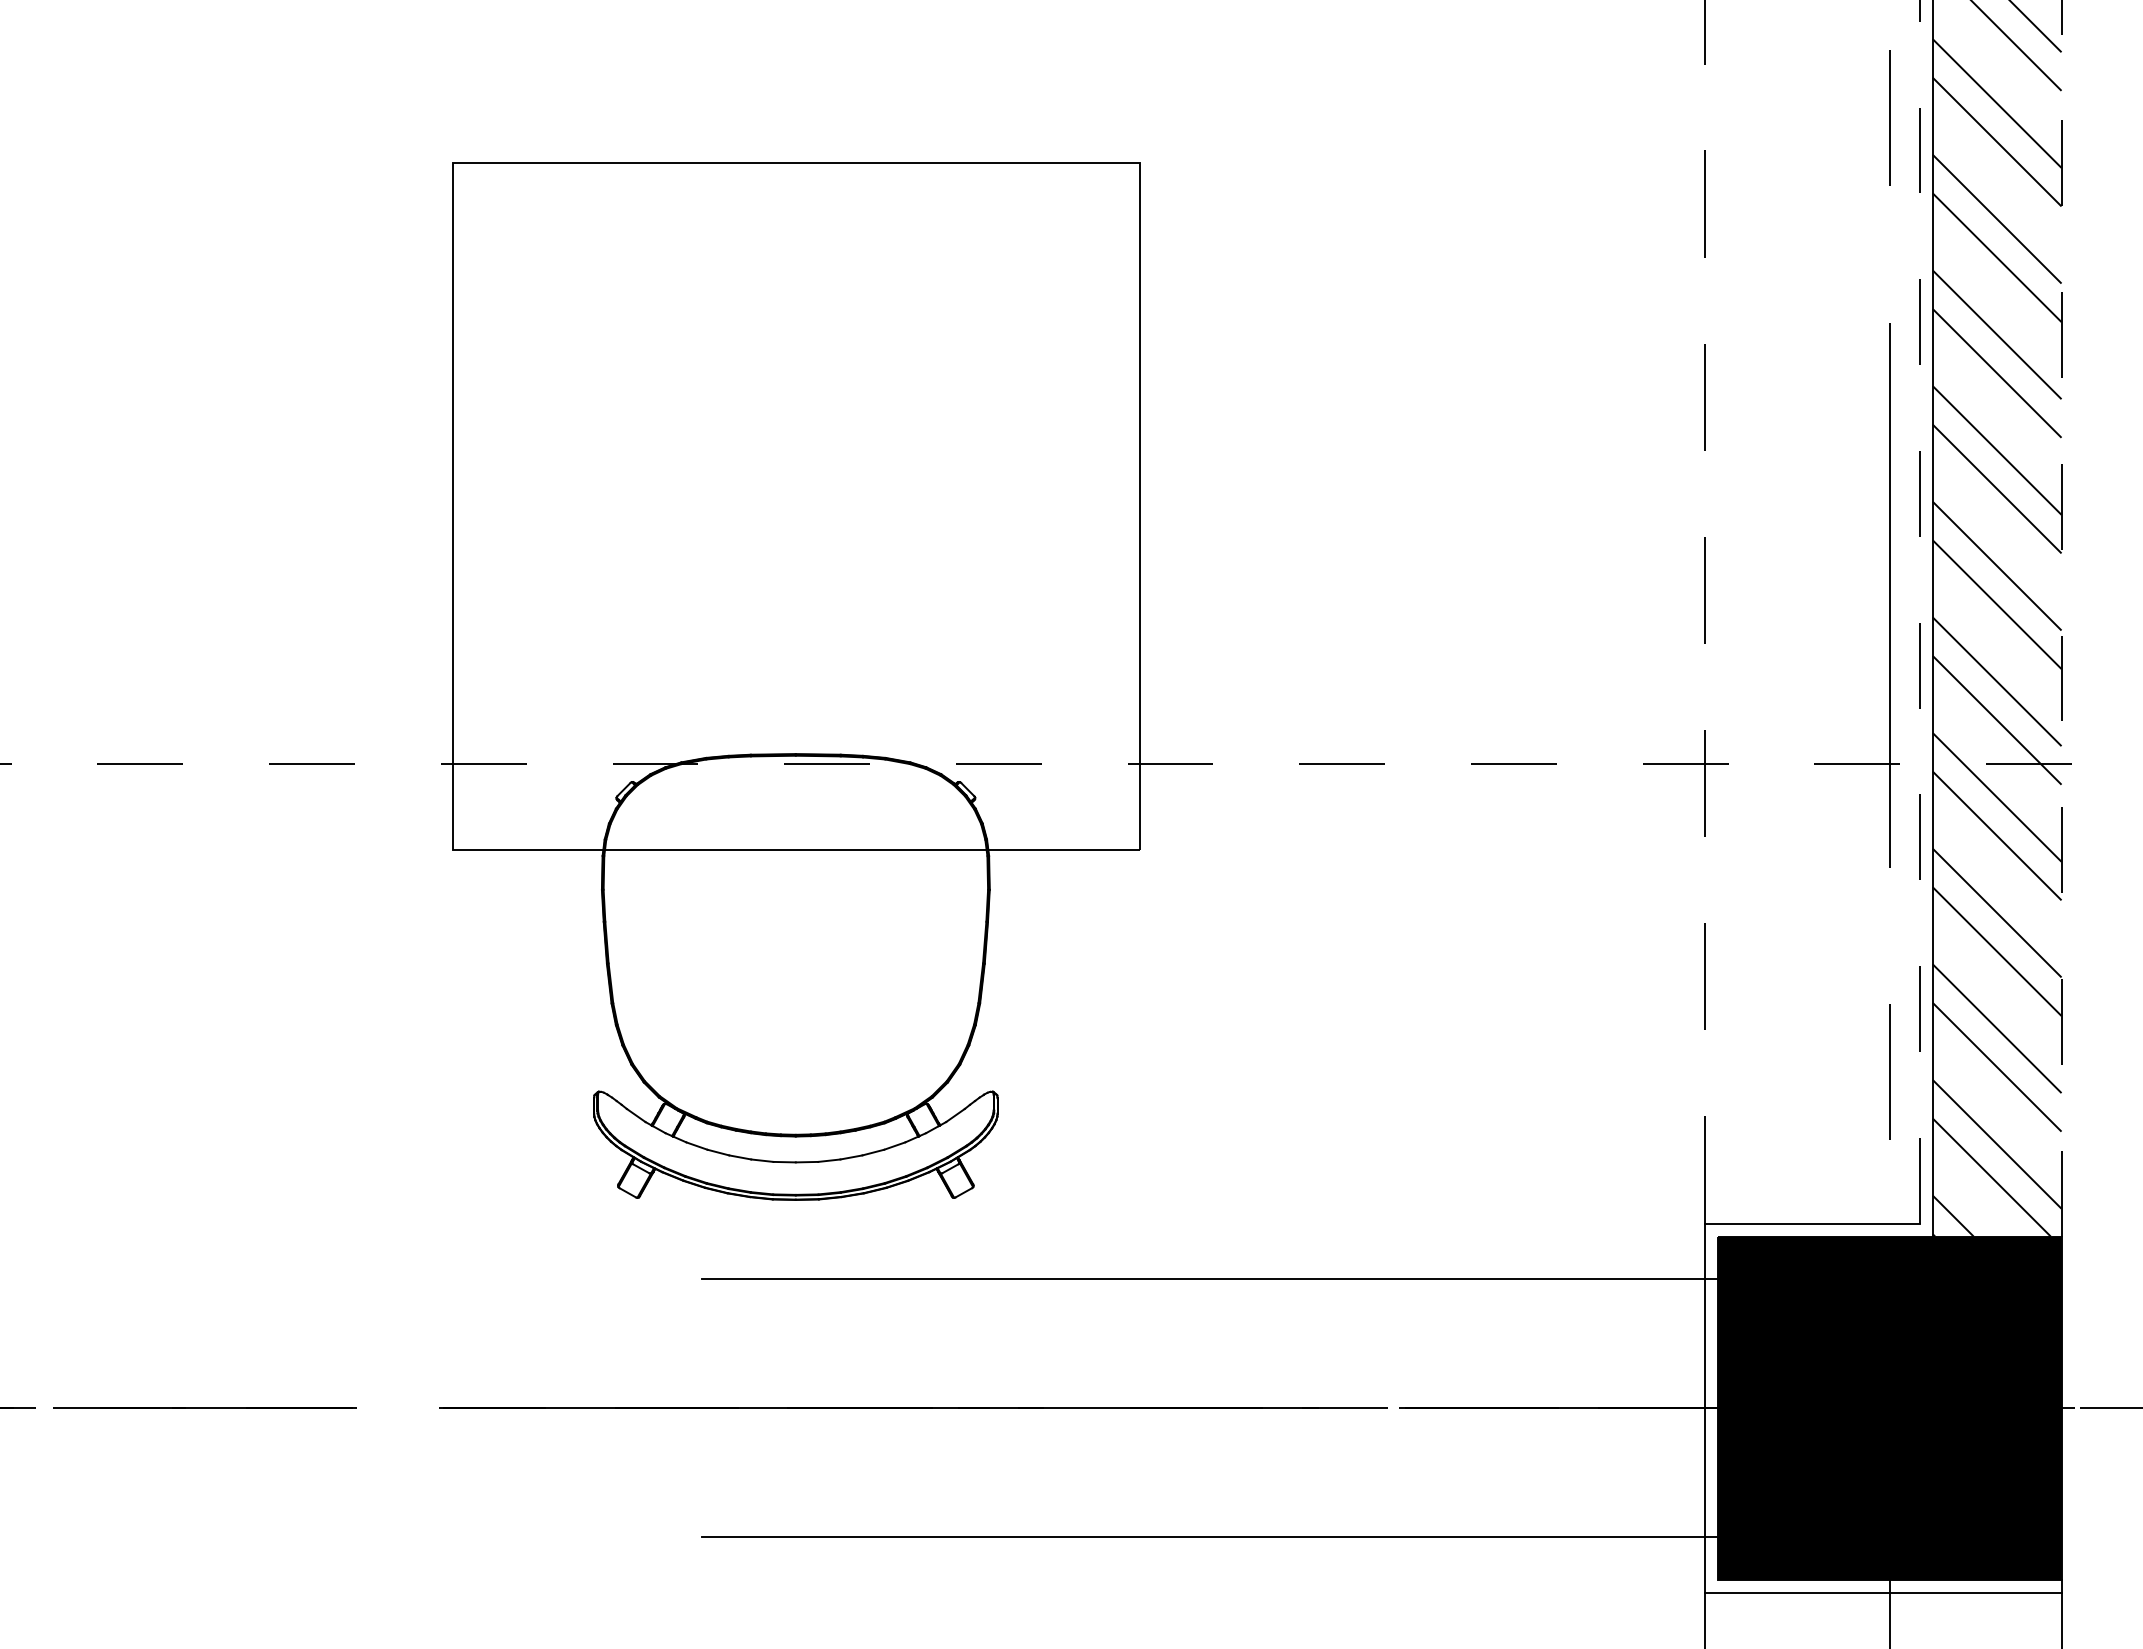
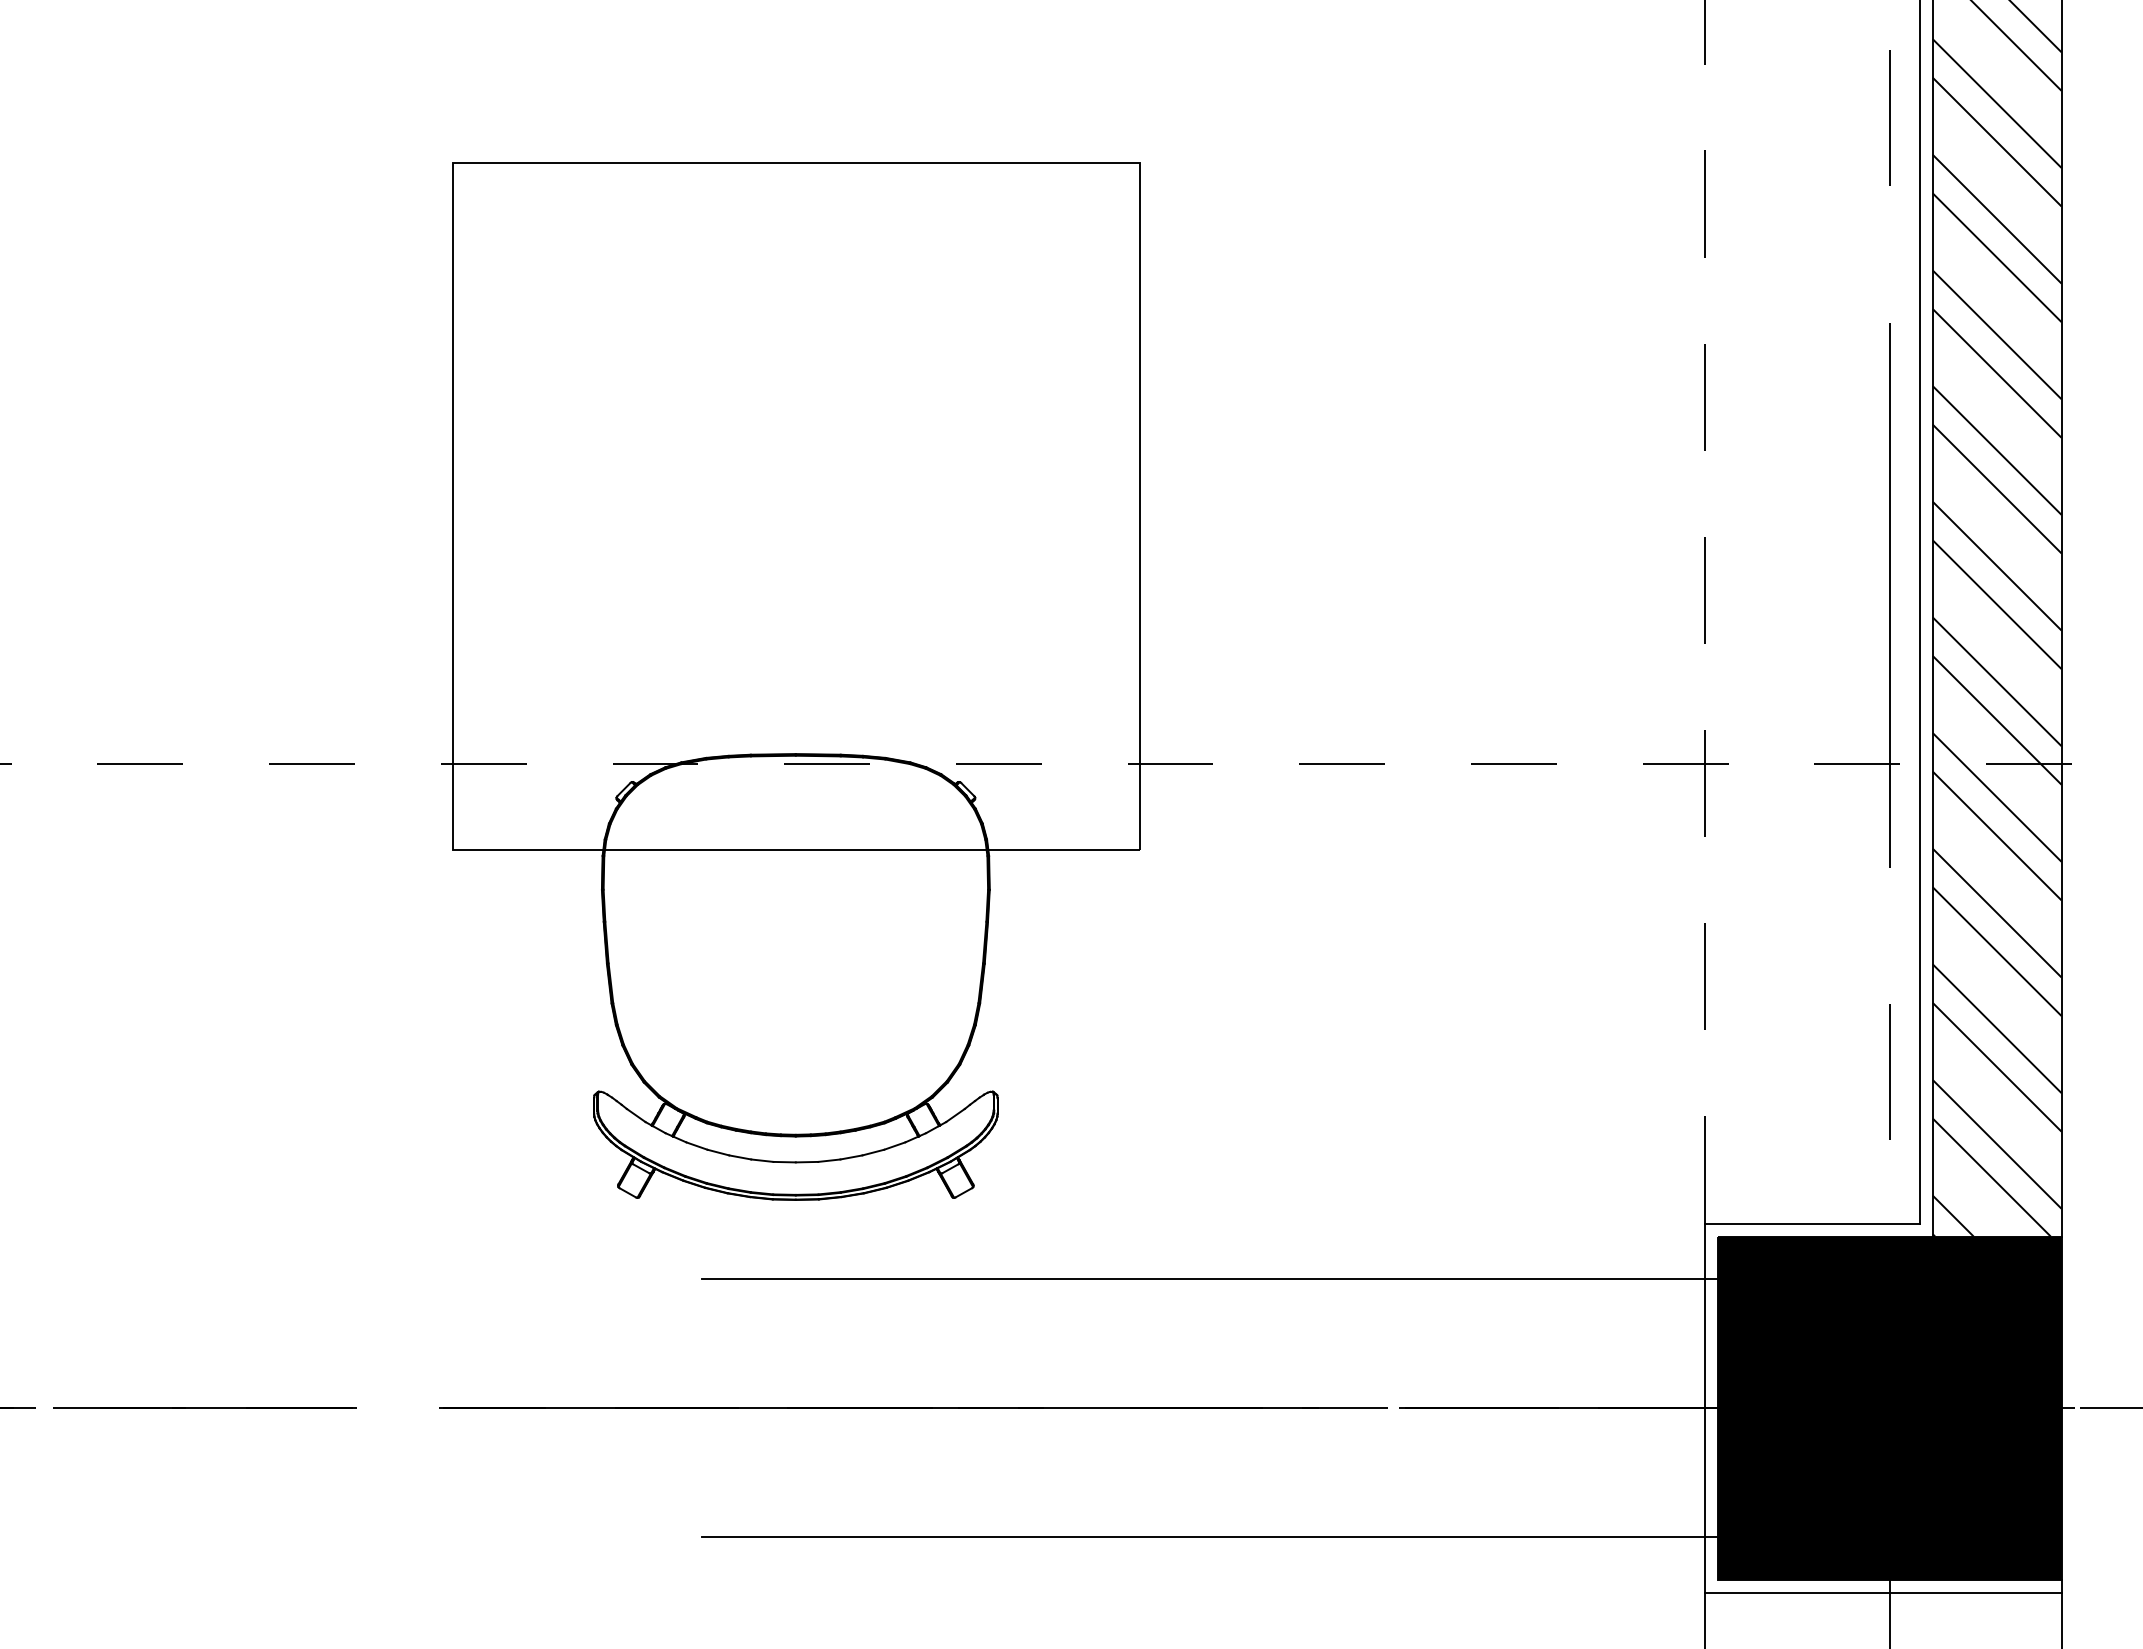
line at (1919, 611): dashed -> solid
line at (2061, 618): dashed -> solid
